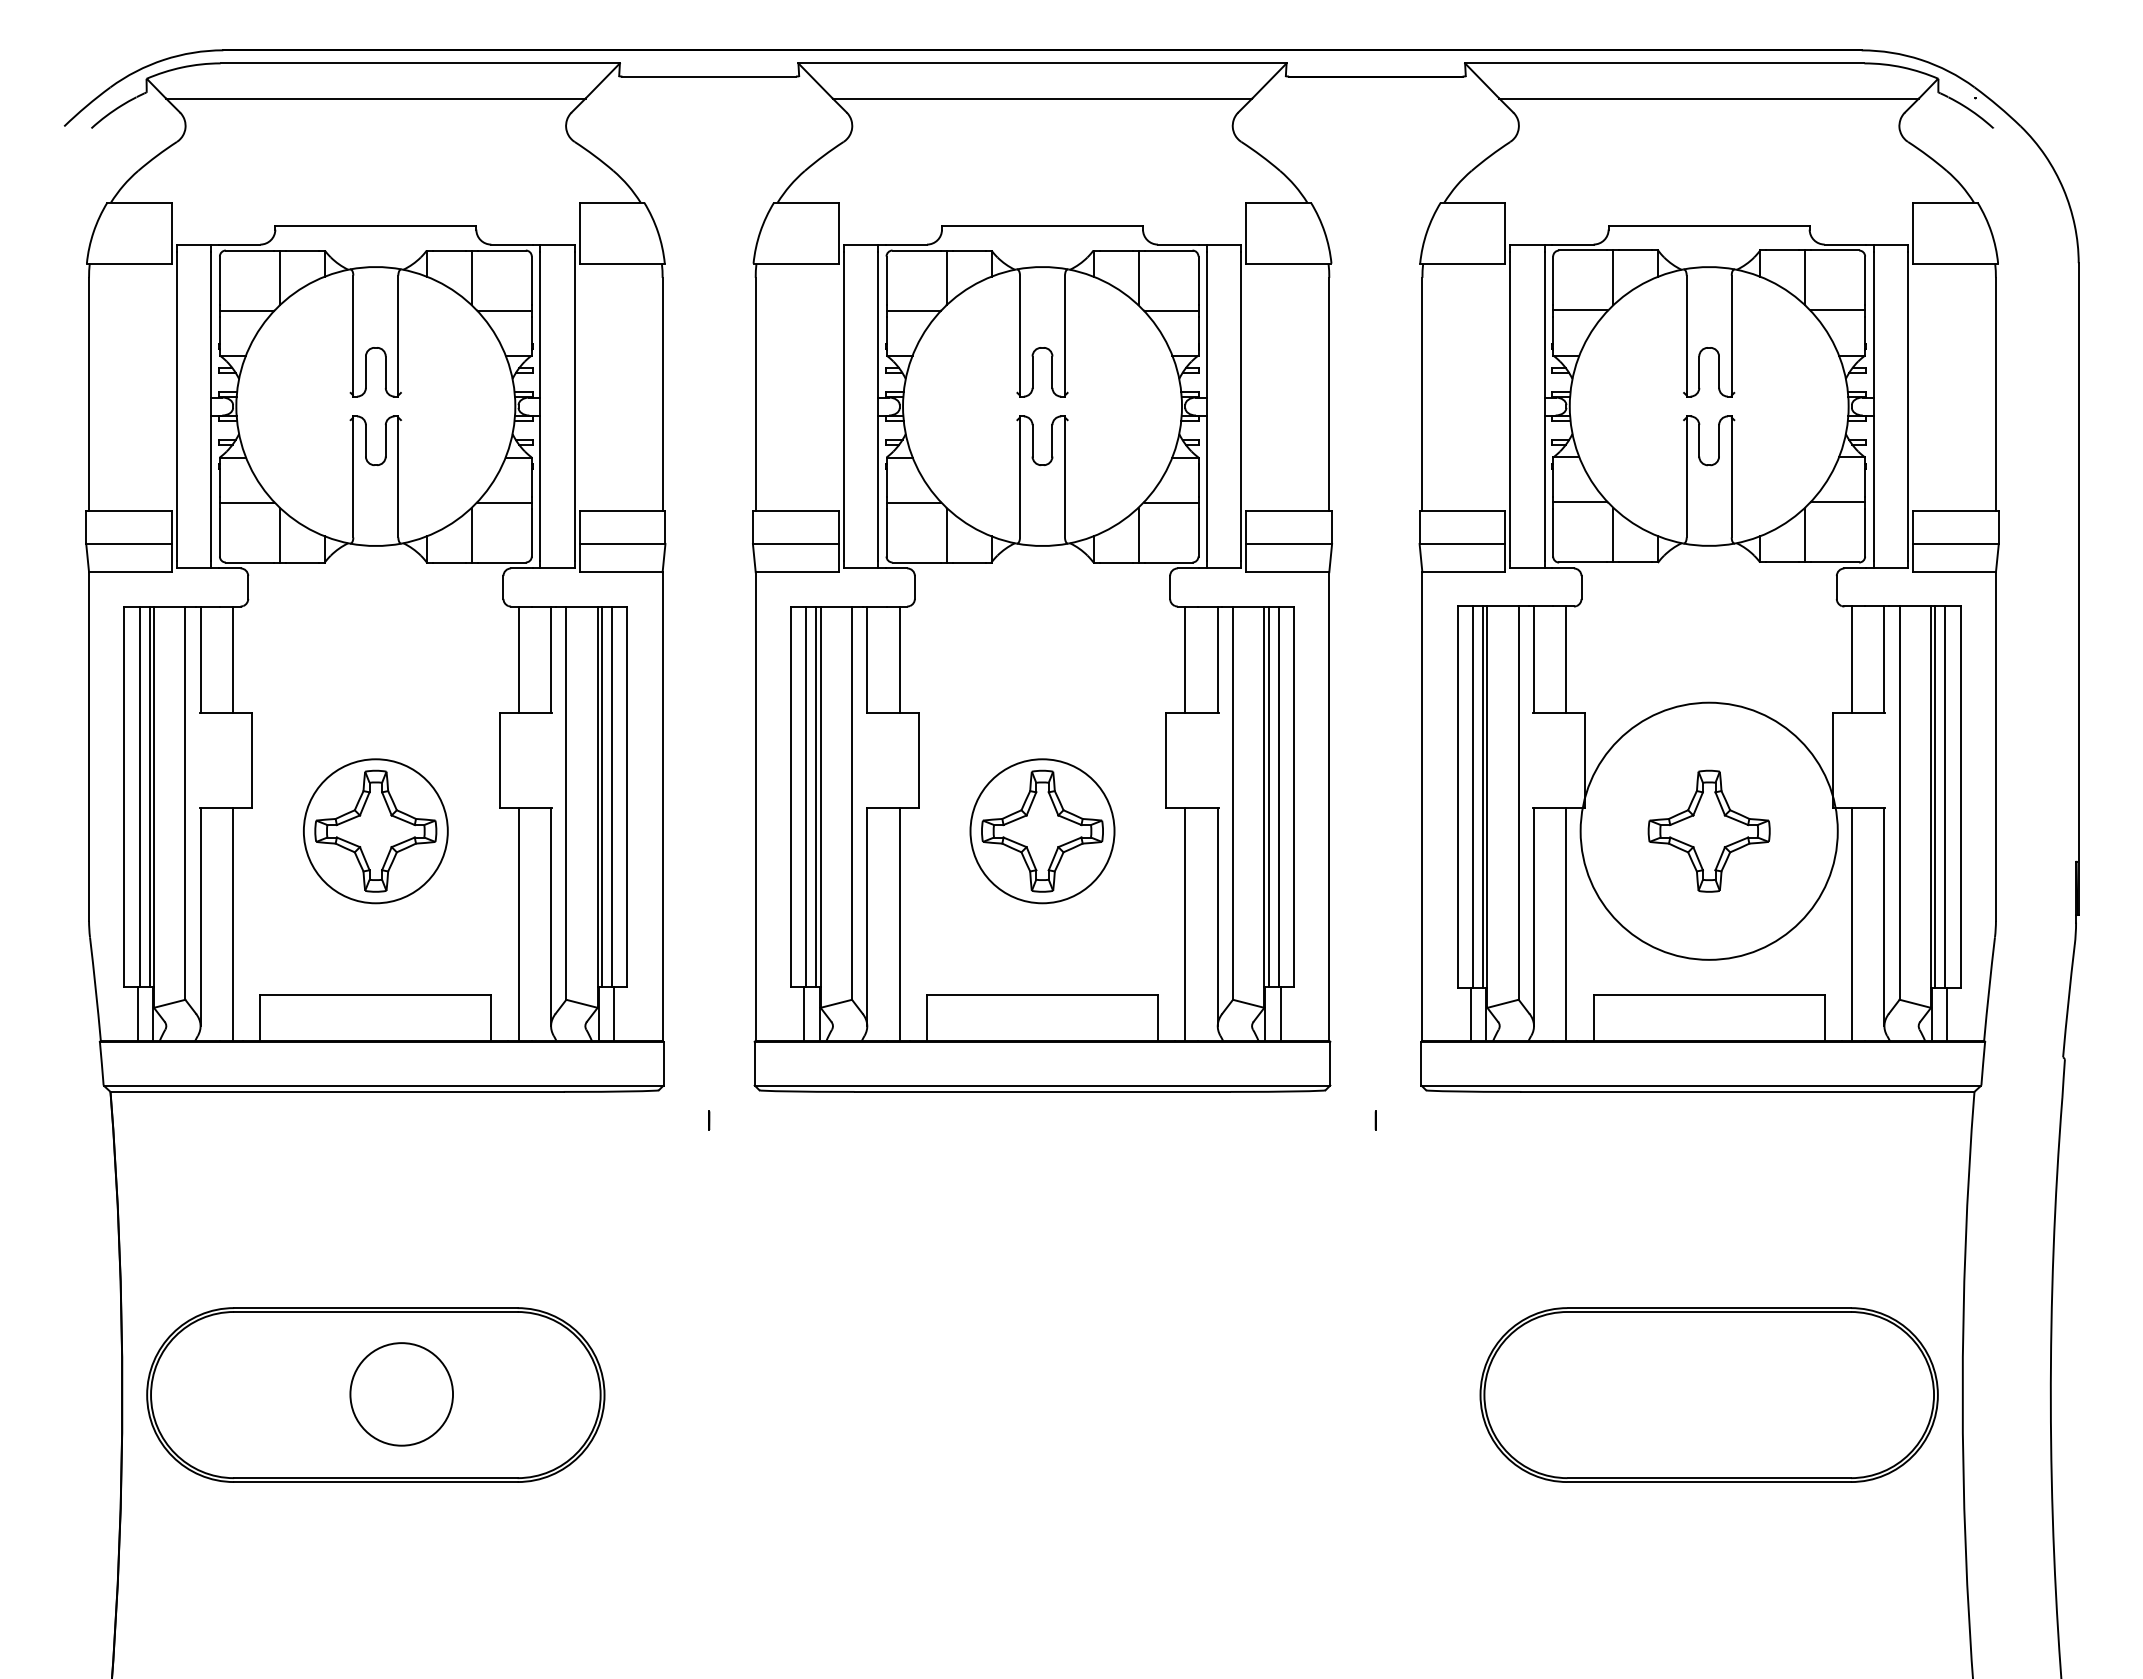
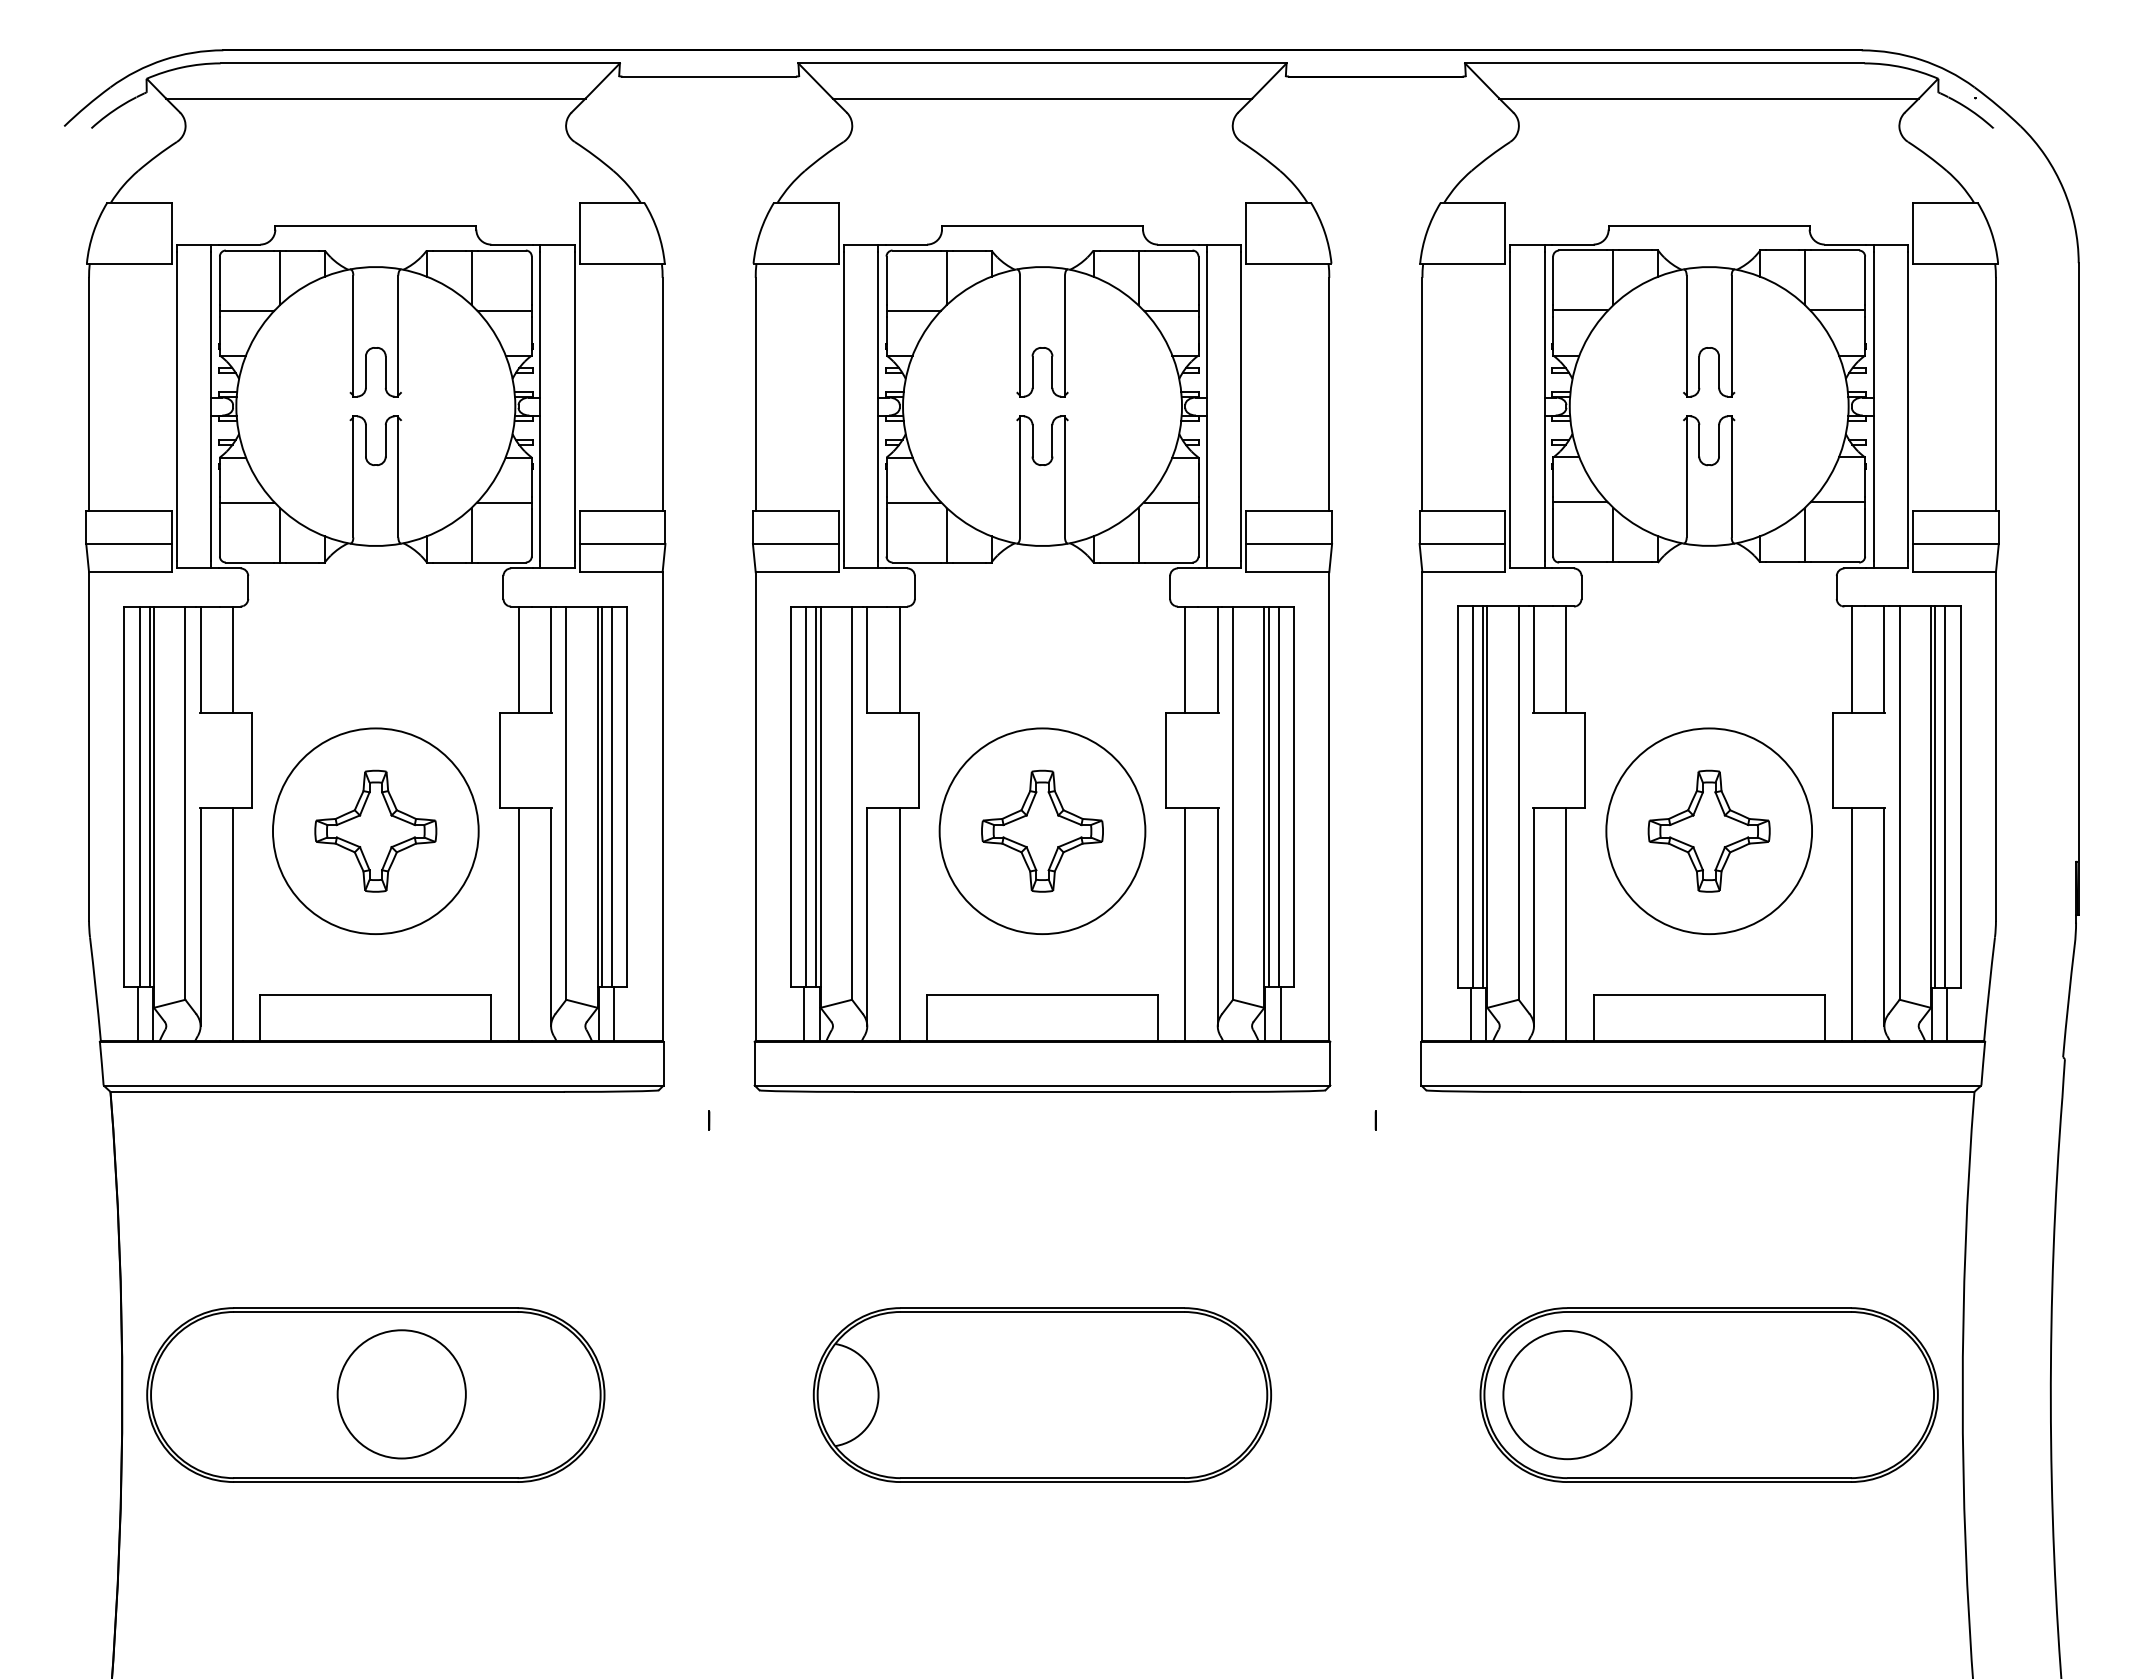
circle at (1708, 830) diameter: 257 px -> 206 px
circle at (375, 831) diameter: 144 px -> 206 px
circle at (1042, 831) diameter: 144 px -> 206 px
circle at (401, 1394) size: 105x105 px -> 131x131 px
part at (1042, 1394): none -> present
circle at (1567, 1395): none -> present
